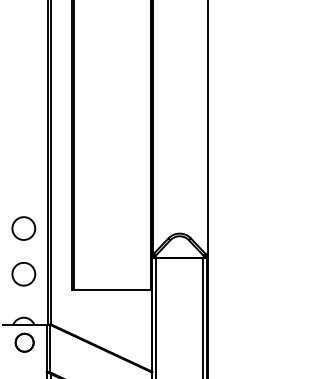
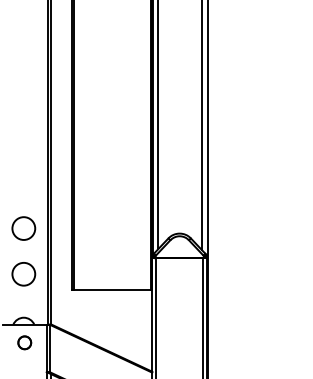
line at (158, 125): none -> present
line at (202, 126): none -> present
part at (24, 342) size: 21x21 px -> 16x16 px
